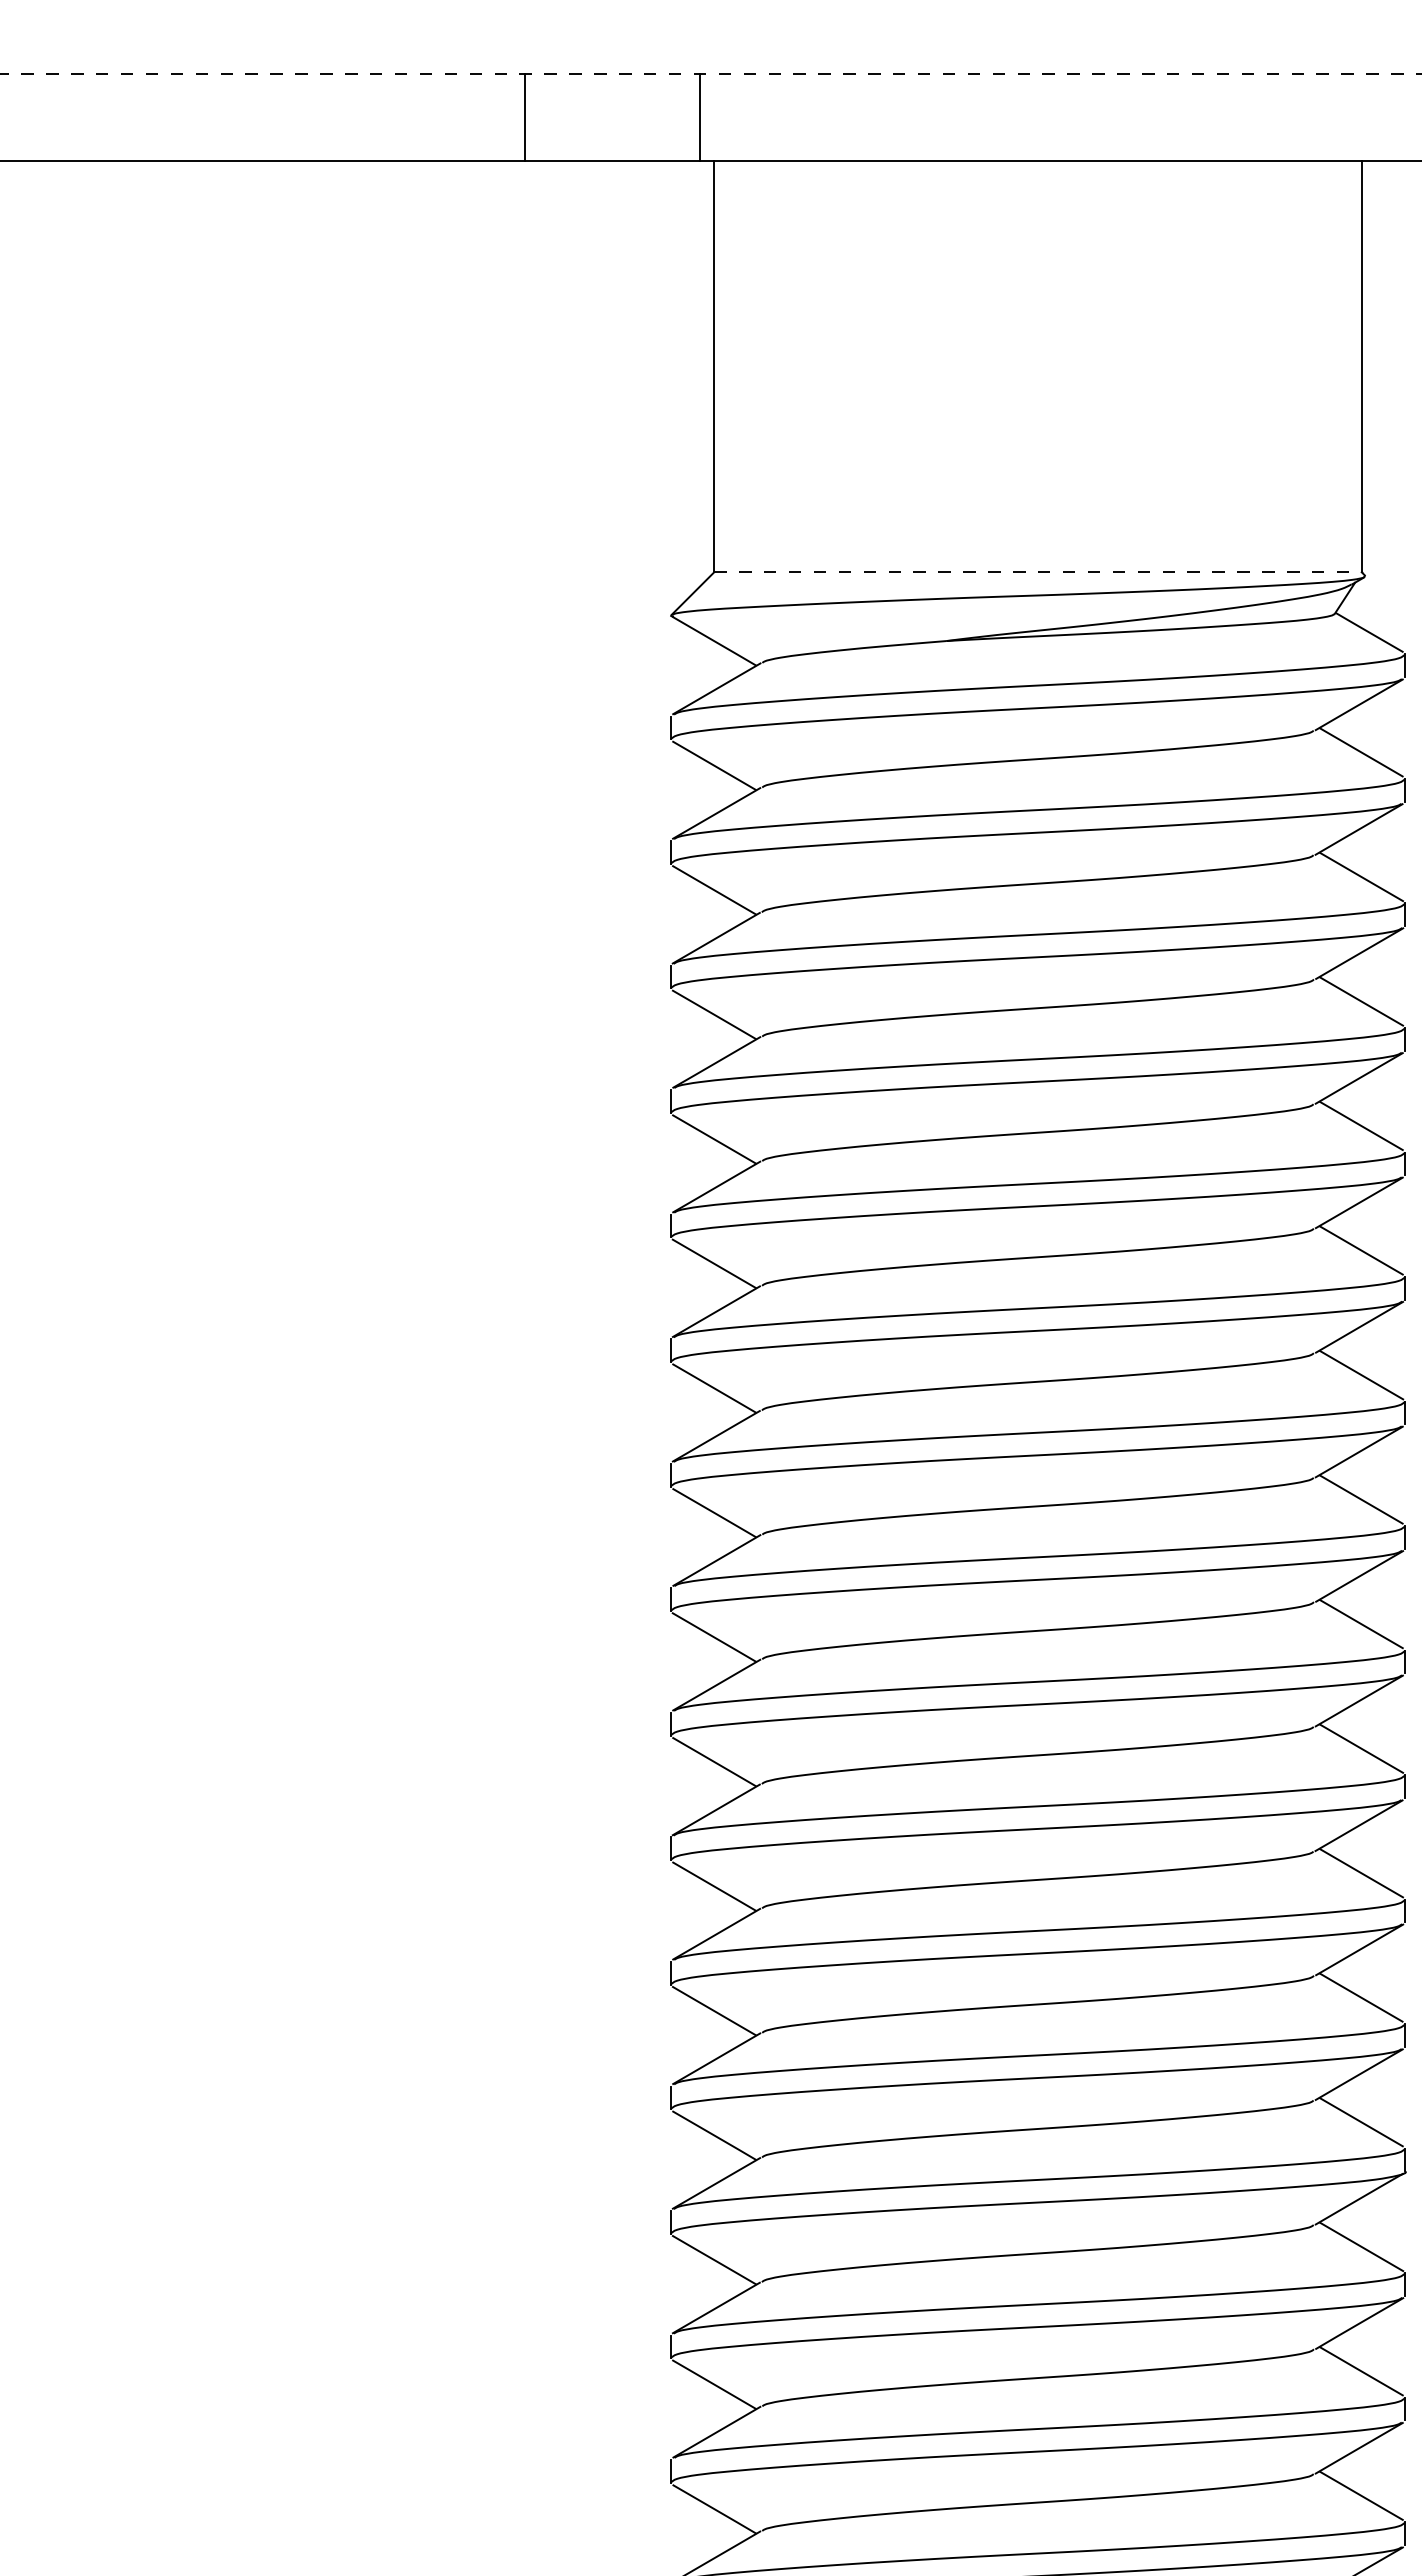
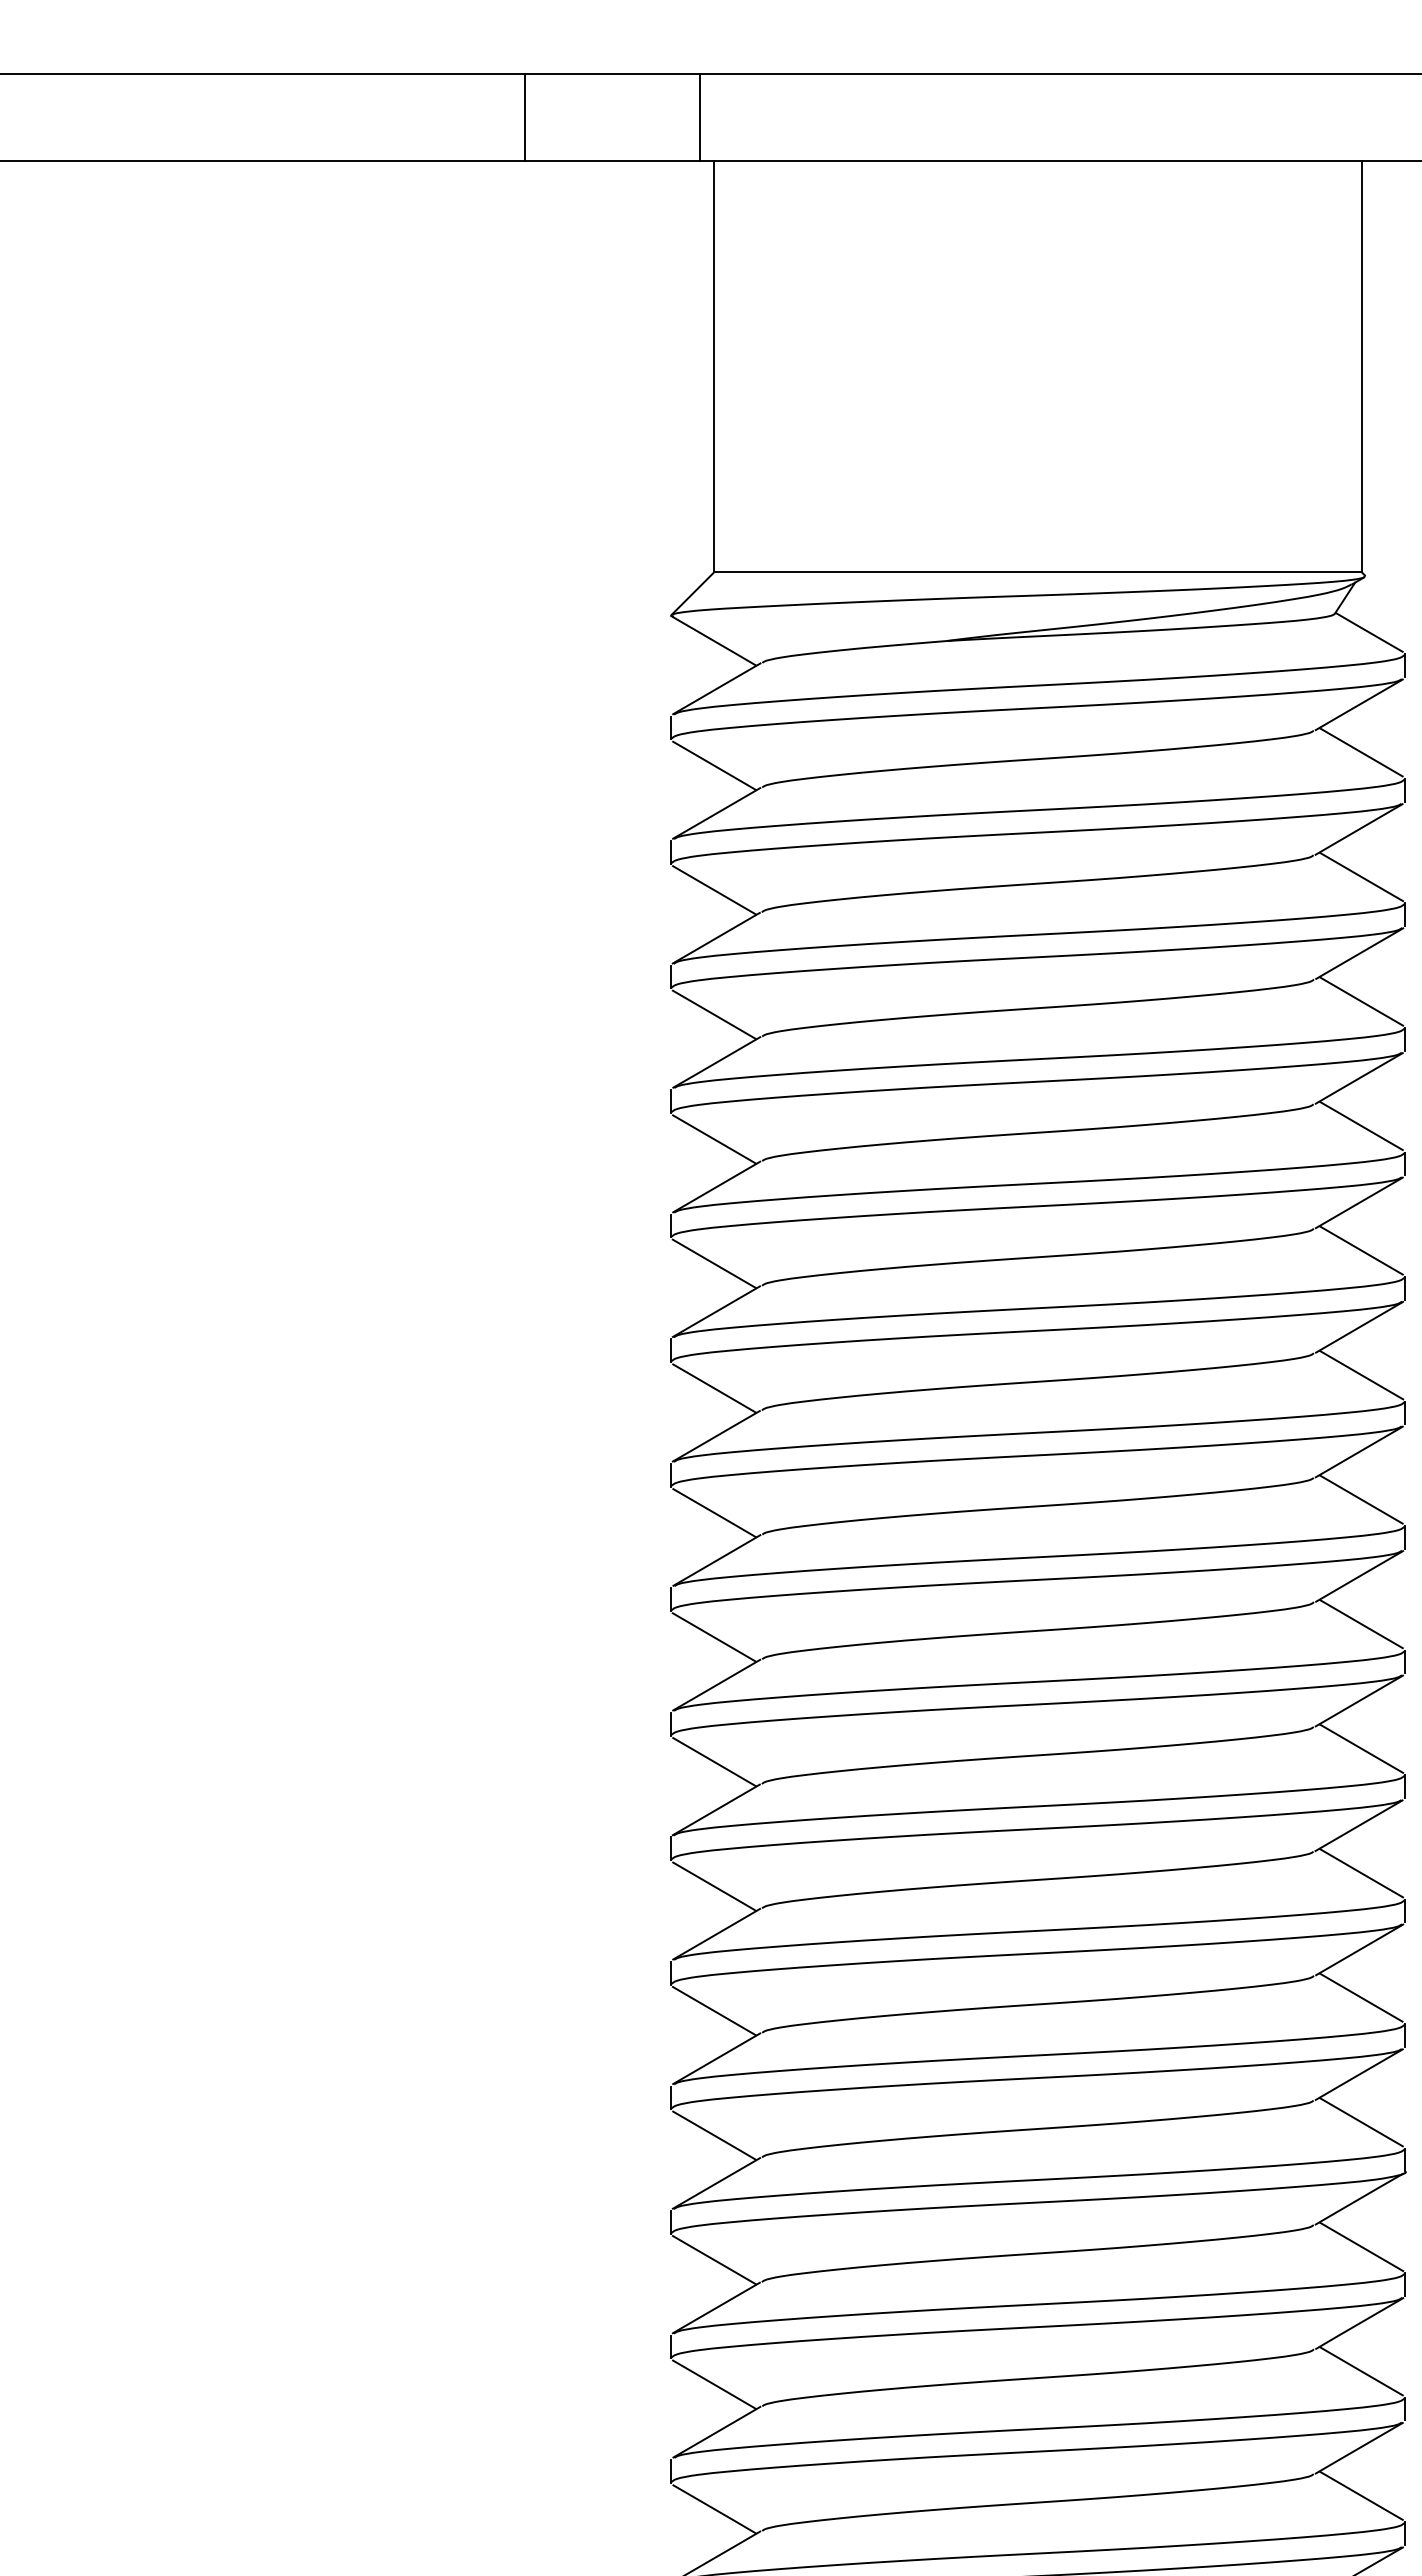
line at (710, 74): dashed -> solid
line at (1037, 572): dashed -> solid
